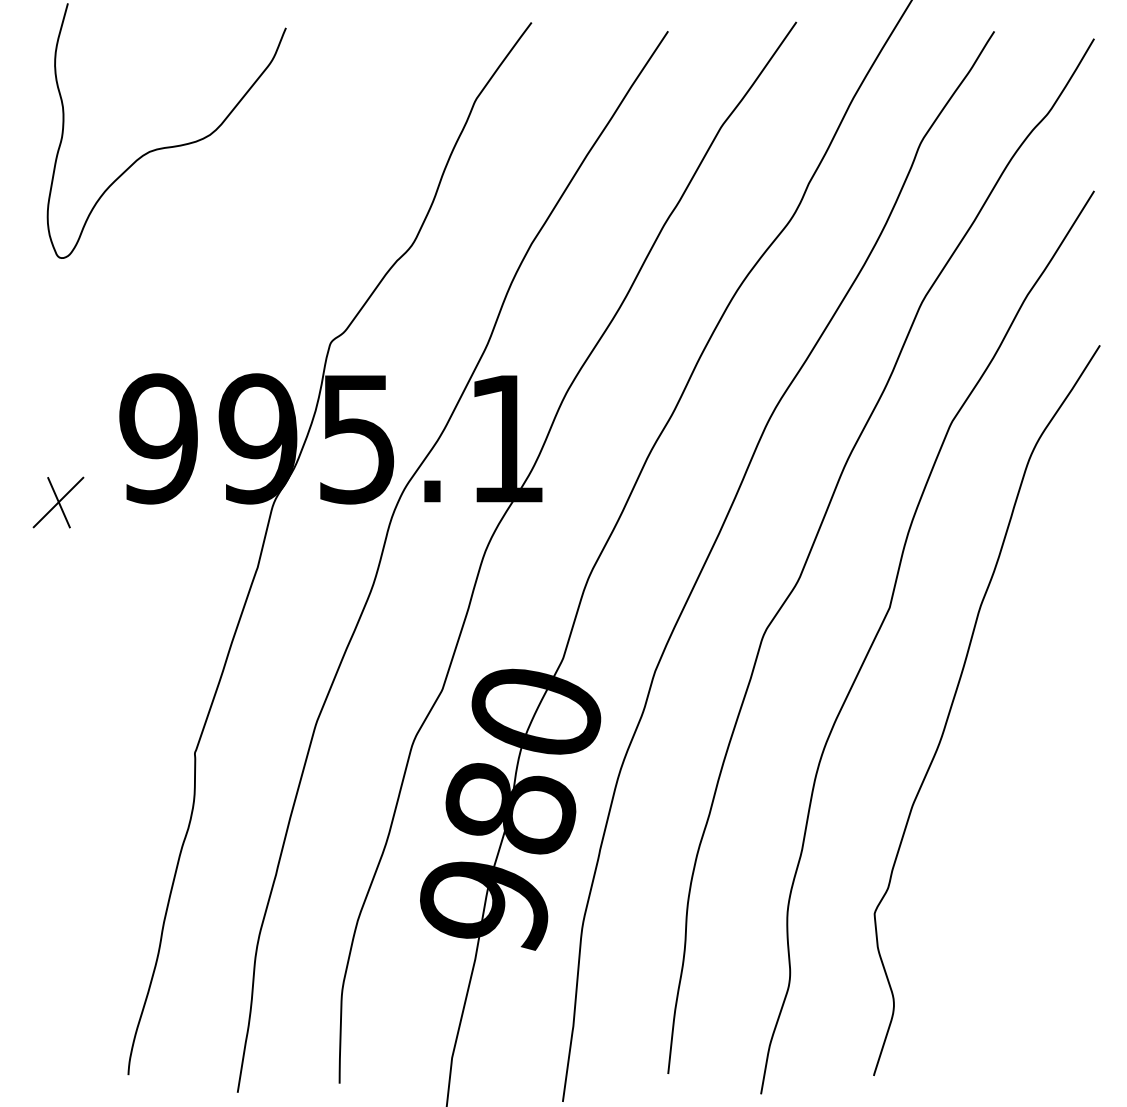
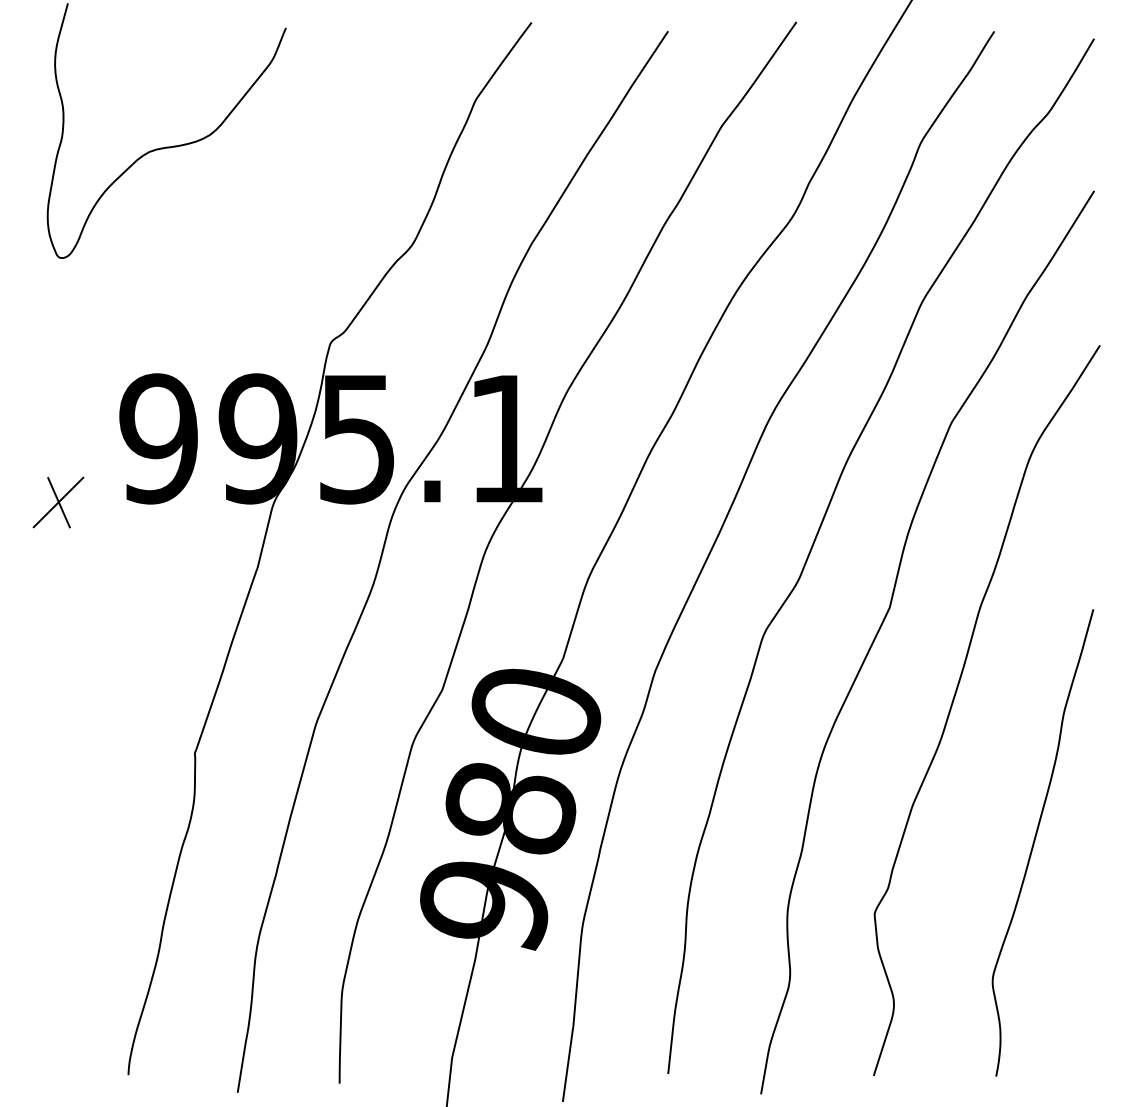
curve at (1035, 841): none -> present
